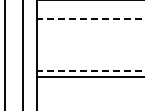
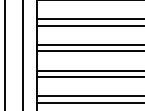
line at (90, 19): dashed -> solid
line at (89, 25): none -> present
line at (89, 44): none -> present
line at (89, 51): none -> present
line at (90, 70): dashed -> solid
line at (89, 96): none -> present
line at (89, 102): none -> present
